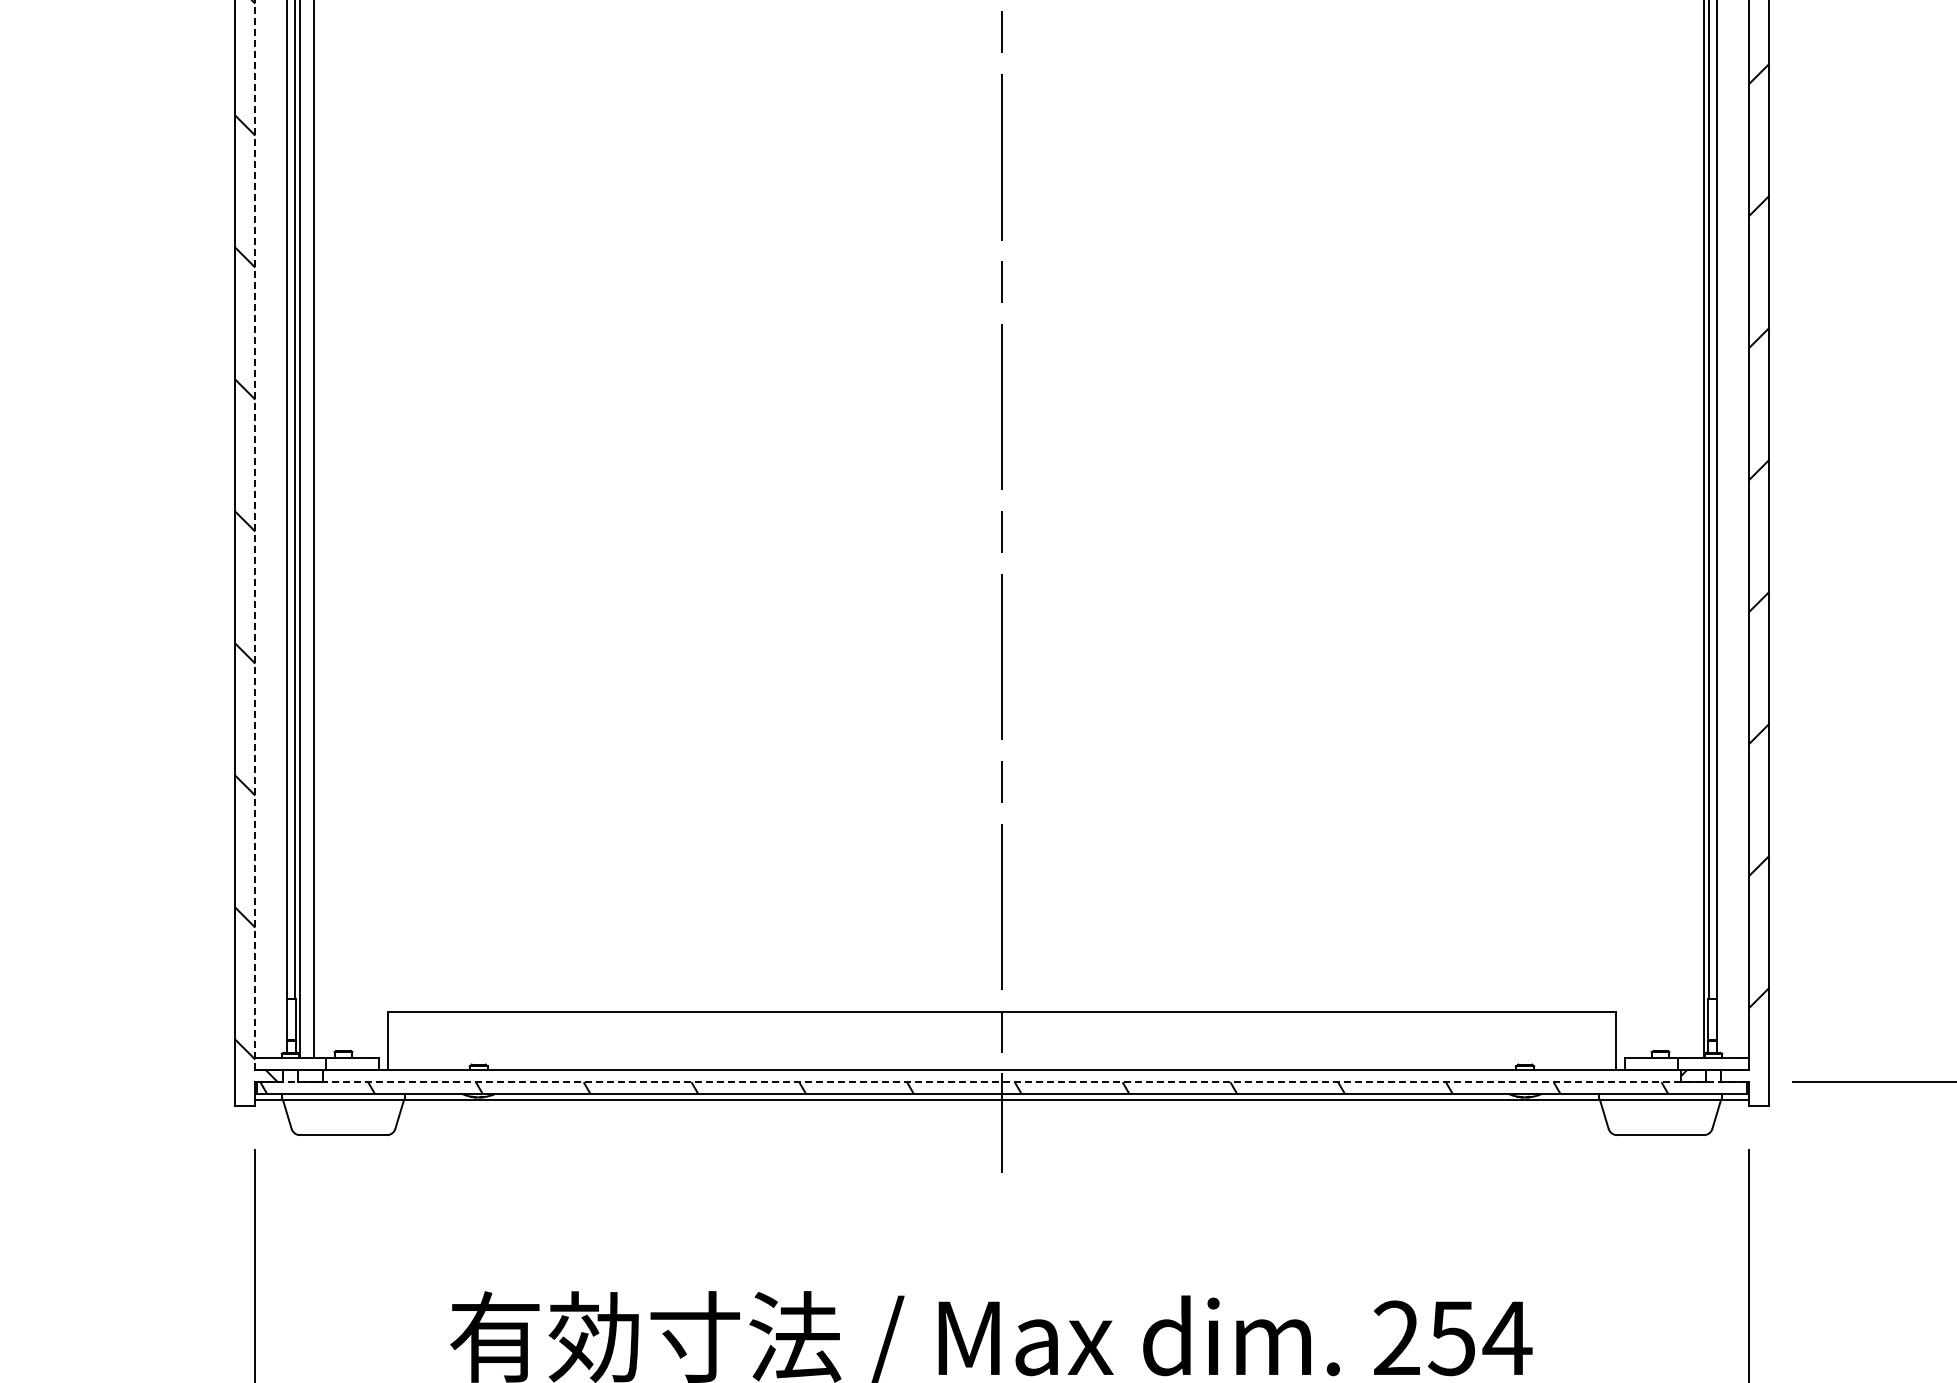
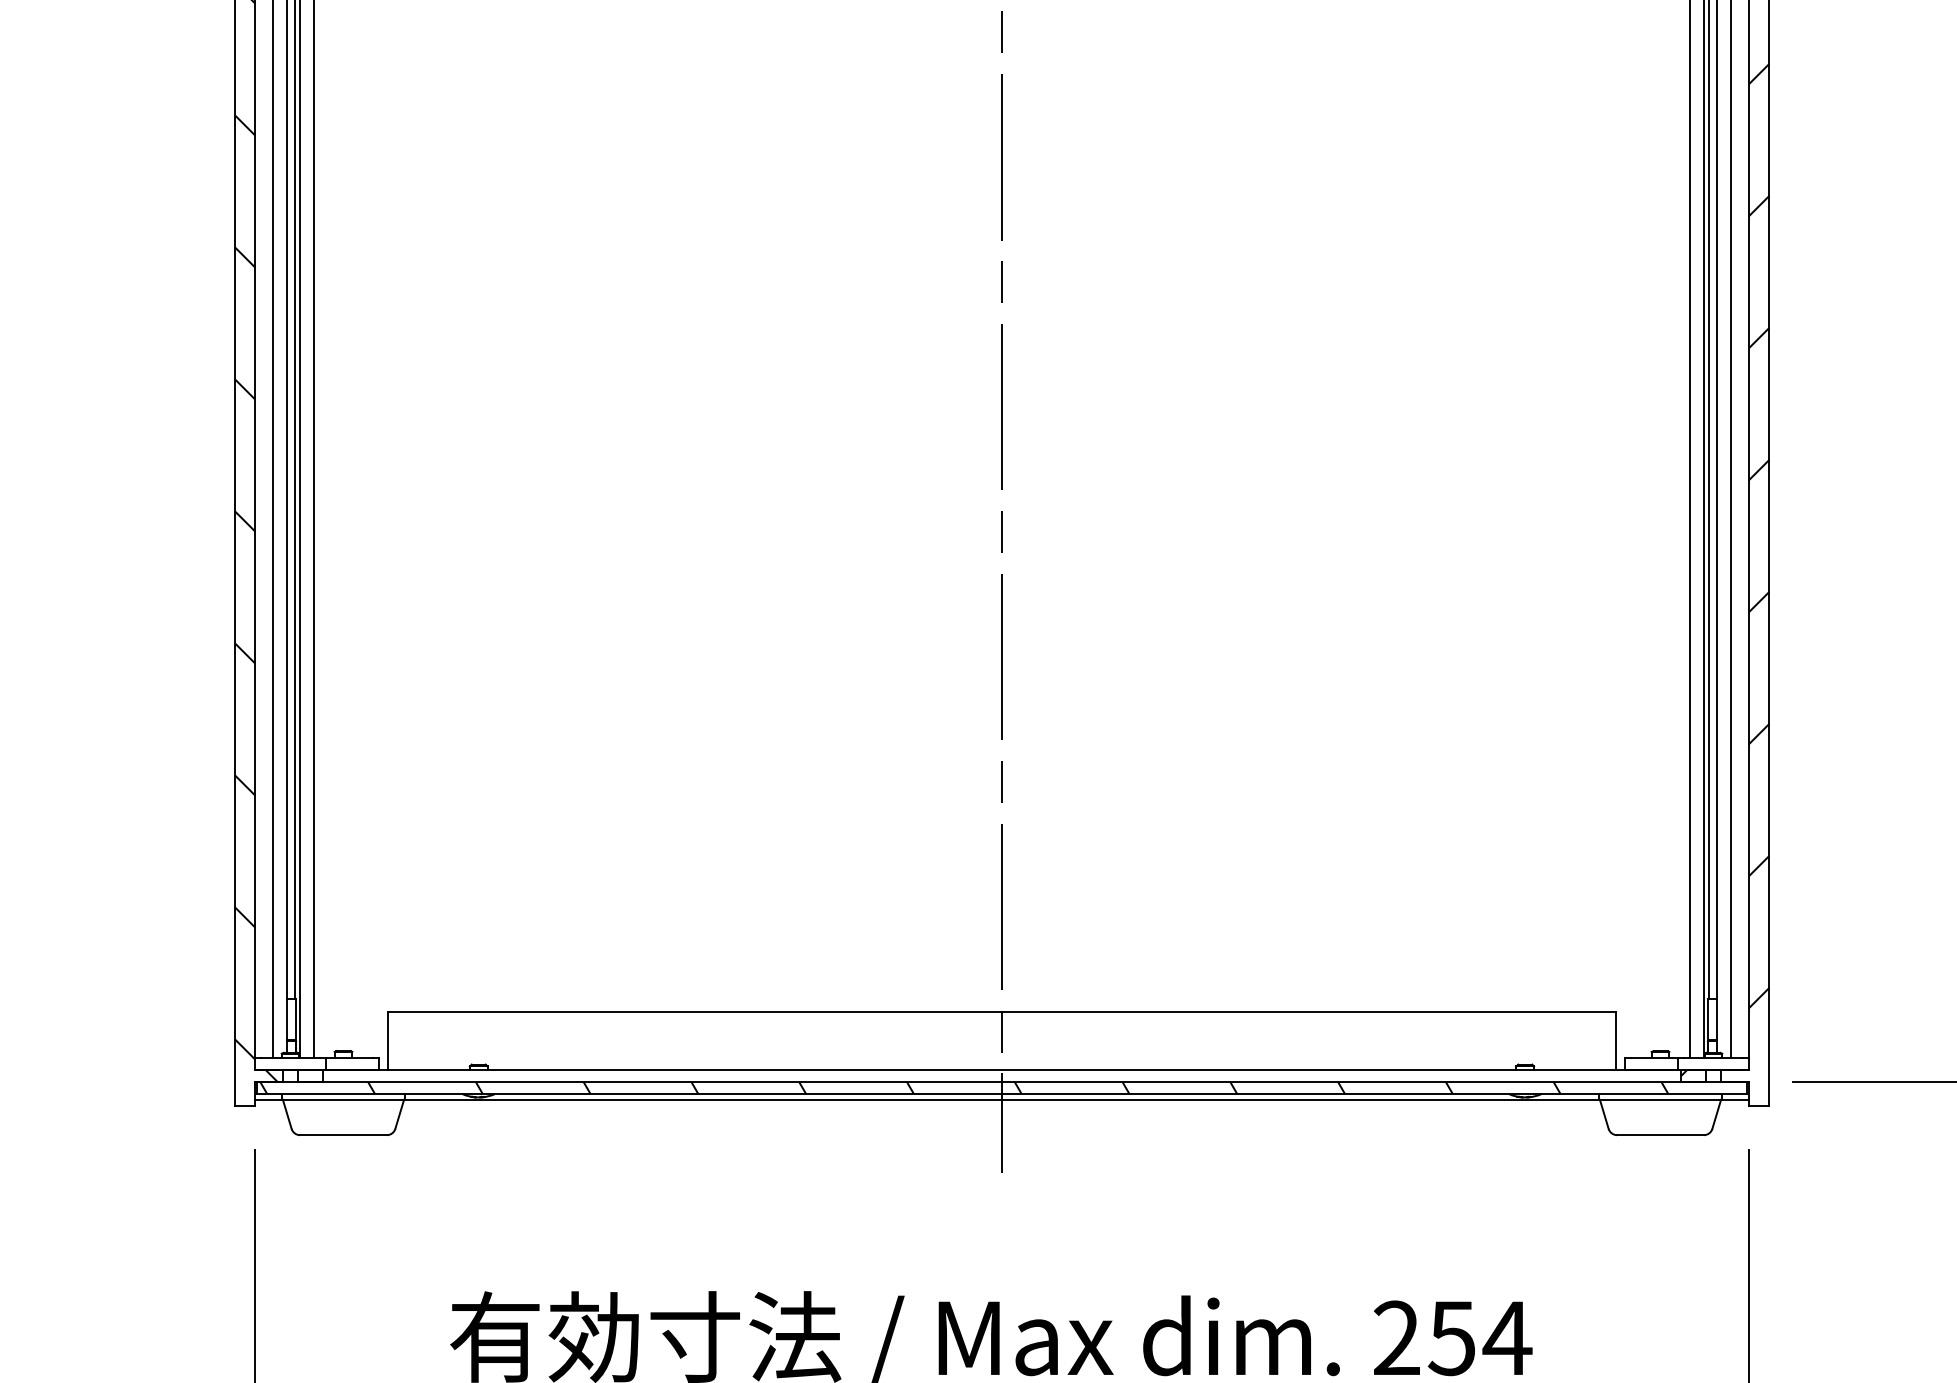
line at (272, 530): none -> present
line at (1689, 530): none -> present
line at (1731, 530): none -> present
line at (255, 535): dashed -> solid
line at (1001, 1082): dashed -> solid
